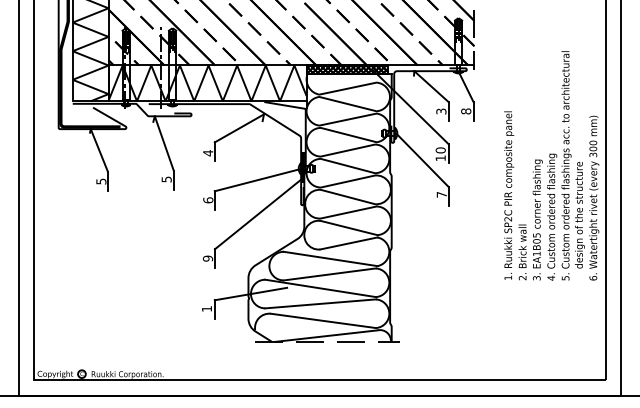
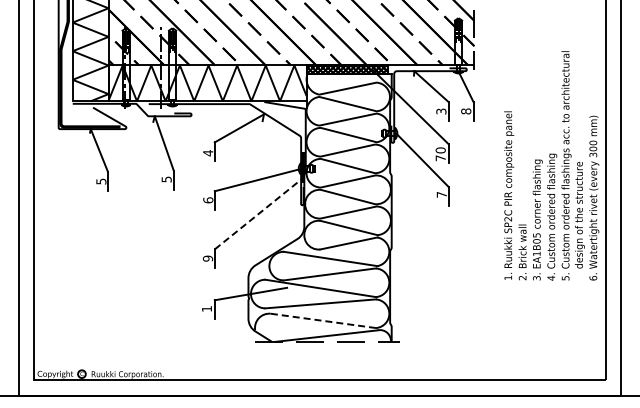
text at (440, 158): 10 -> 70
line at (258, 213): solid -> dashed
line at (322, 320): solid -> dashed
